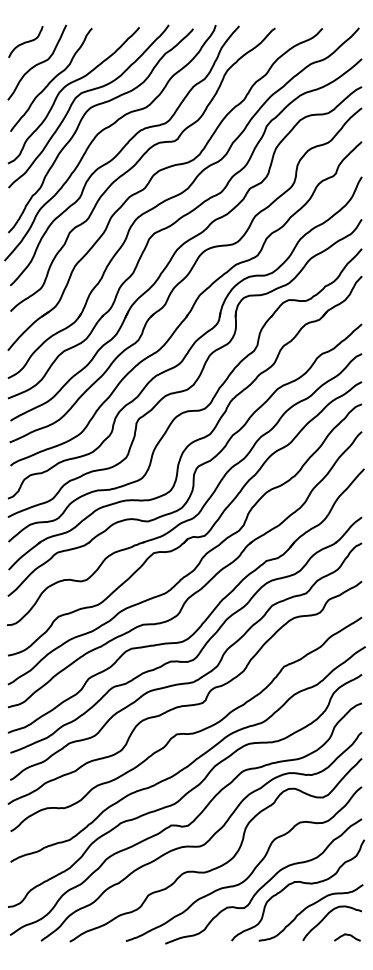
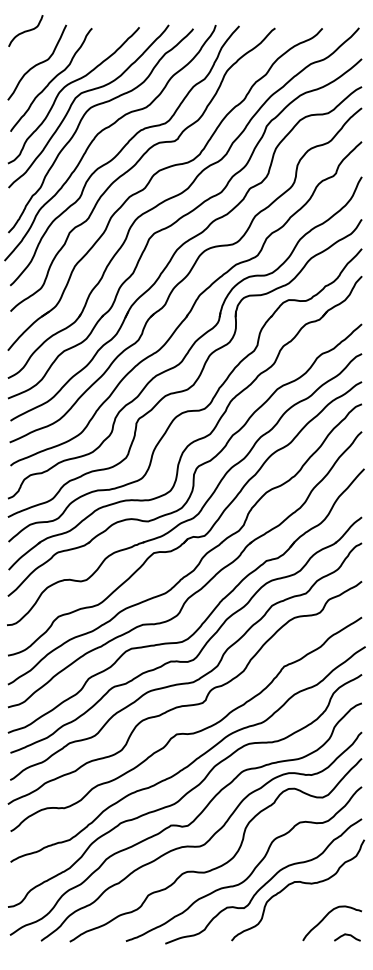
curve at (25, 41) position: (25, 41) -> (25, 30)
curve at (307, 908): present -> none
